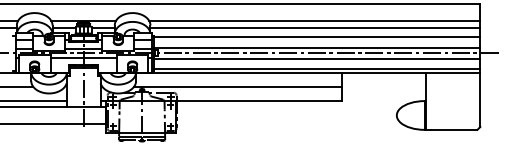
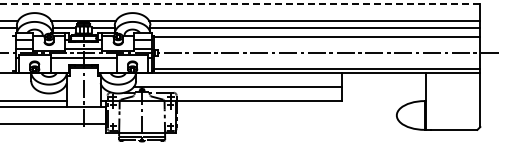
line at (240, 4): solid -> dashed
line at (316, 47): present -> none
line at (316, 58): present -> none
line at (17, 86): present -> none
